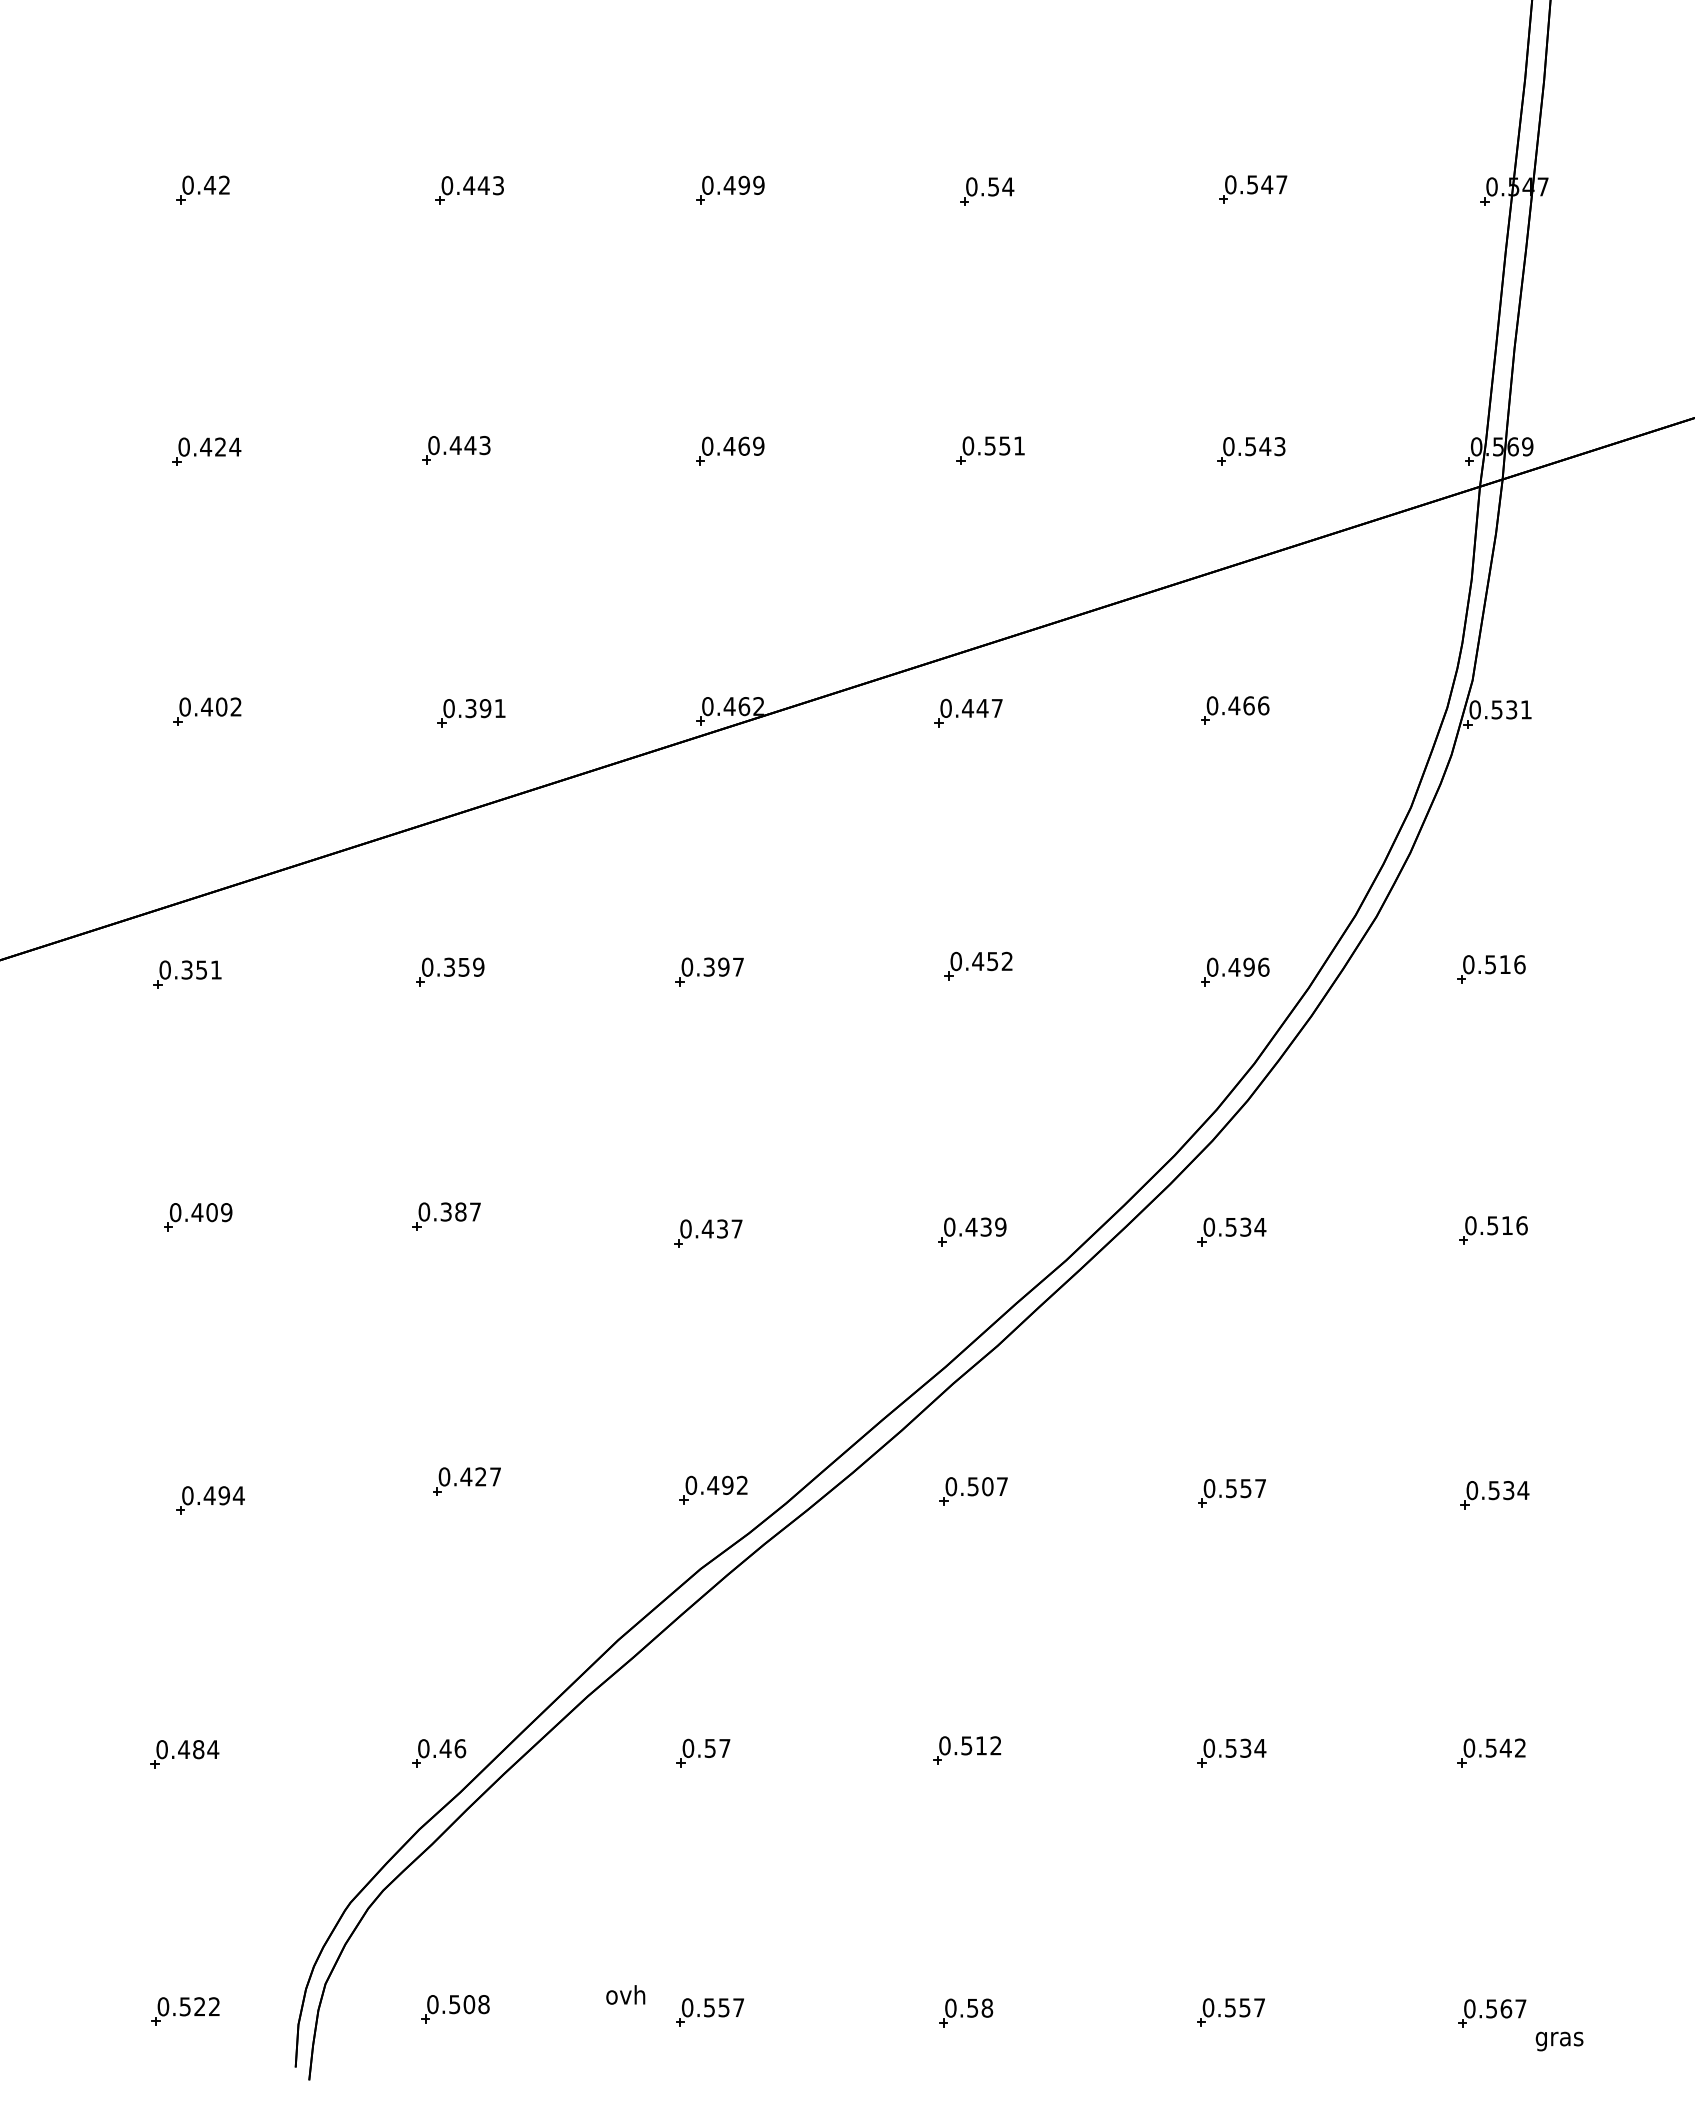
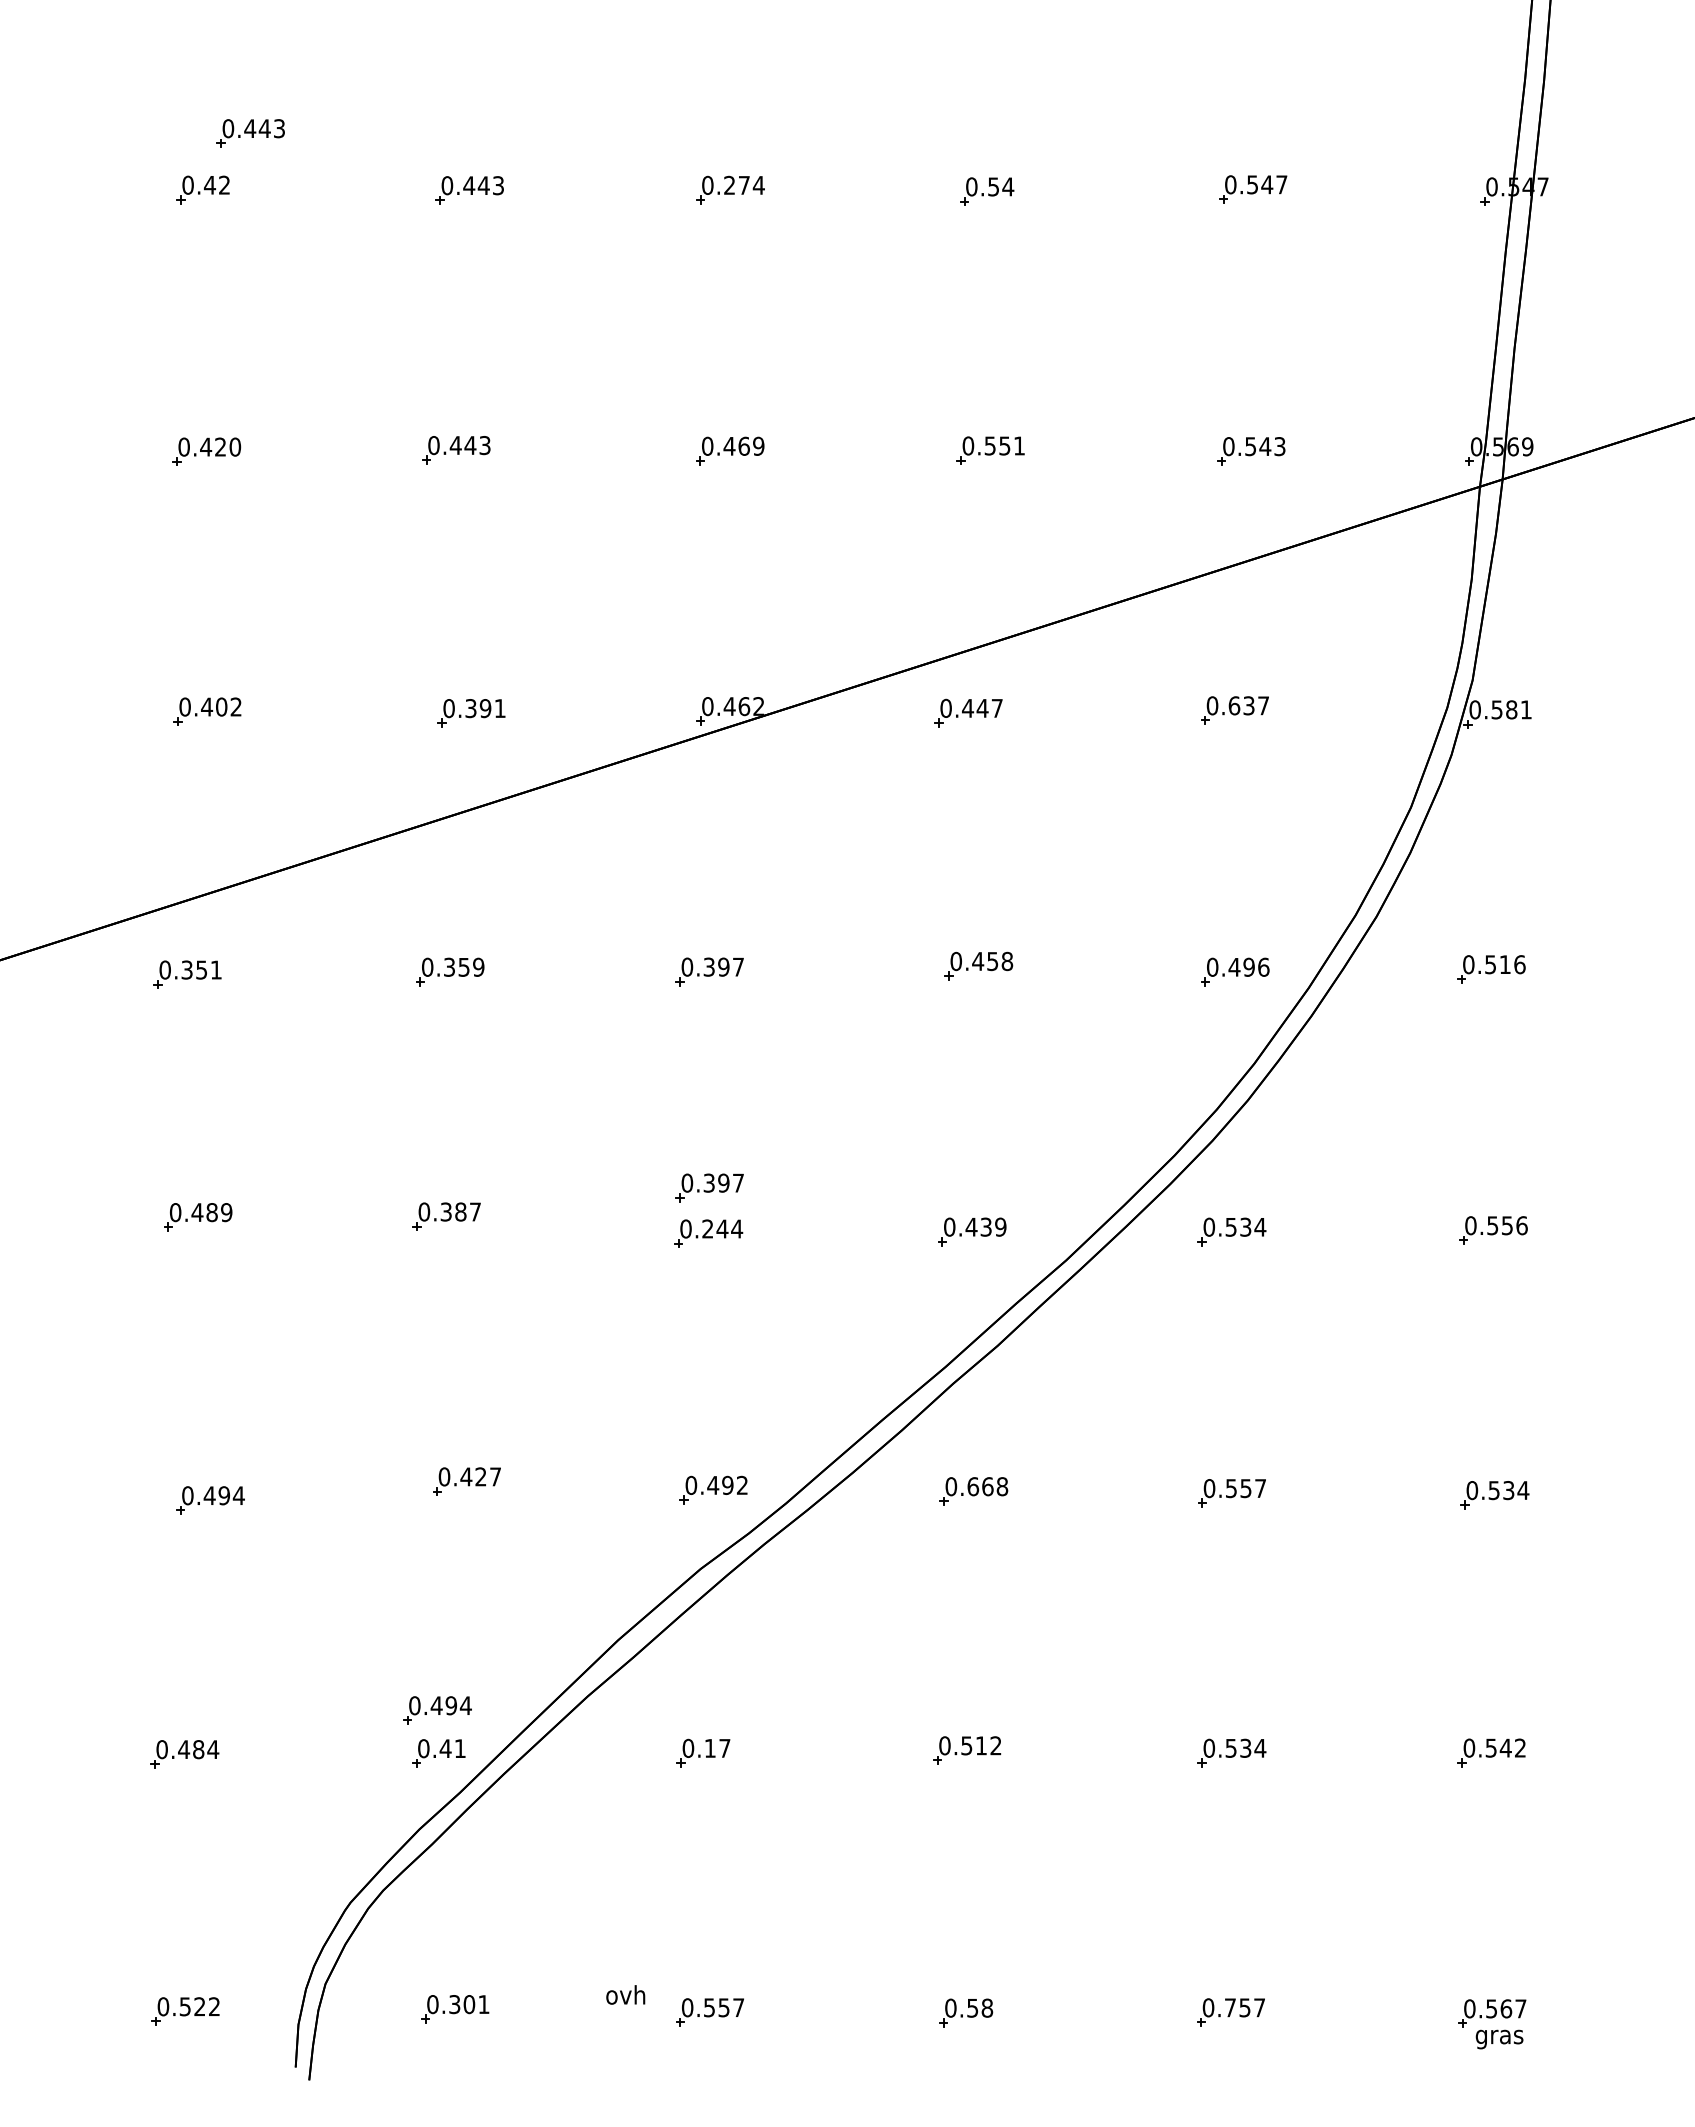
part at (250, 133): none -> present
text at (743, 184): 0.499 -> 0.274
text at (235, 446): 0.424 -> 0.420
text at (1248, 705): 0.466 -> 0.637
text at (1511, 709): 0.531 -> 0.581
text at (1007, 961): 0.452 -> 0.458
part at (709, 1187): none -> present
text at (211, 1212): 0.409 -> 0.489
text at (1507, 1225): 0.516 -> 0.556
text at (722, 1228): 0.437 -> 0.244
text at (987, 1486): 0.507 -> 0.668
part at (437, 1710): none -> present
text at (460, 1748): 0.46 -> 0.41
text at (709, 1748): 0.57 -> 0.17
text at (469, 2004): 0.508 -> 0.301
text at (1230, 2007): 0.557 -> 0.757
text at (1559, 2041) position: (1559, 2041) -> (1499, 2039)
